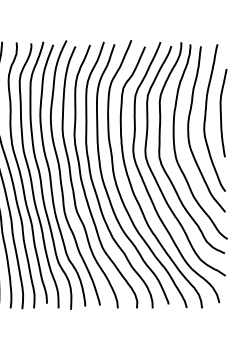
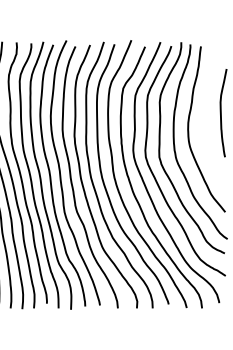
curve at (206, 117): present -> none
